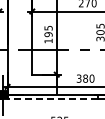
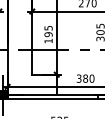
line at (52, 99): dashed -> solid
